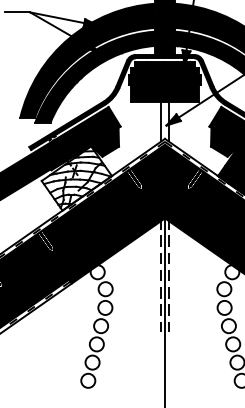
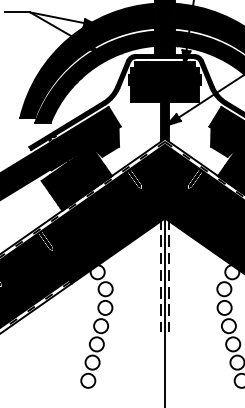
fill at (164, 120): none -> present
fill at (76, 178): none -> present
